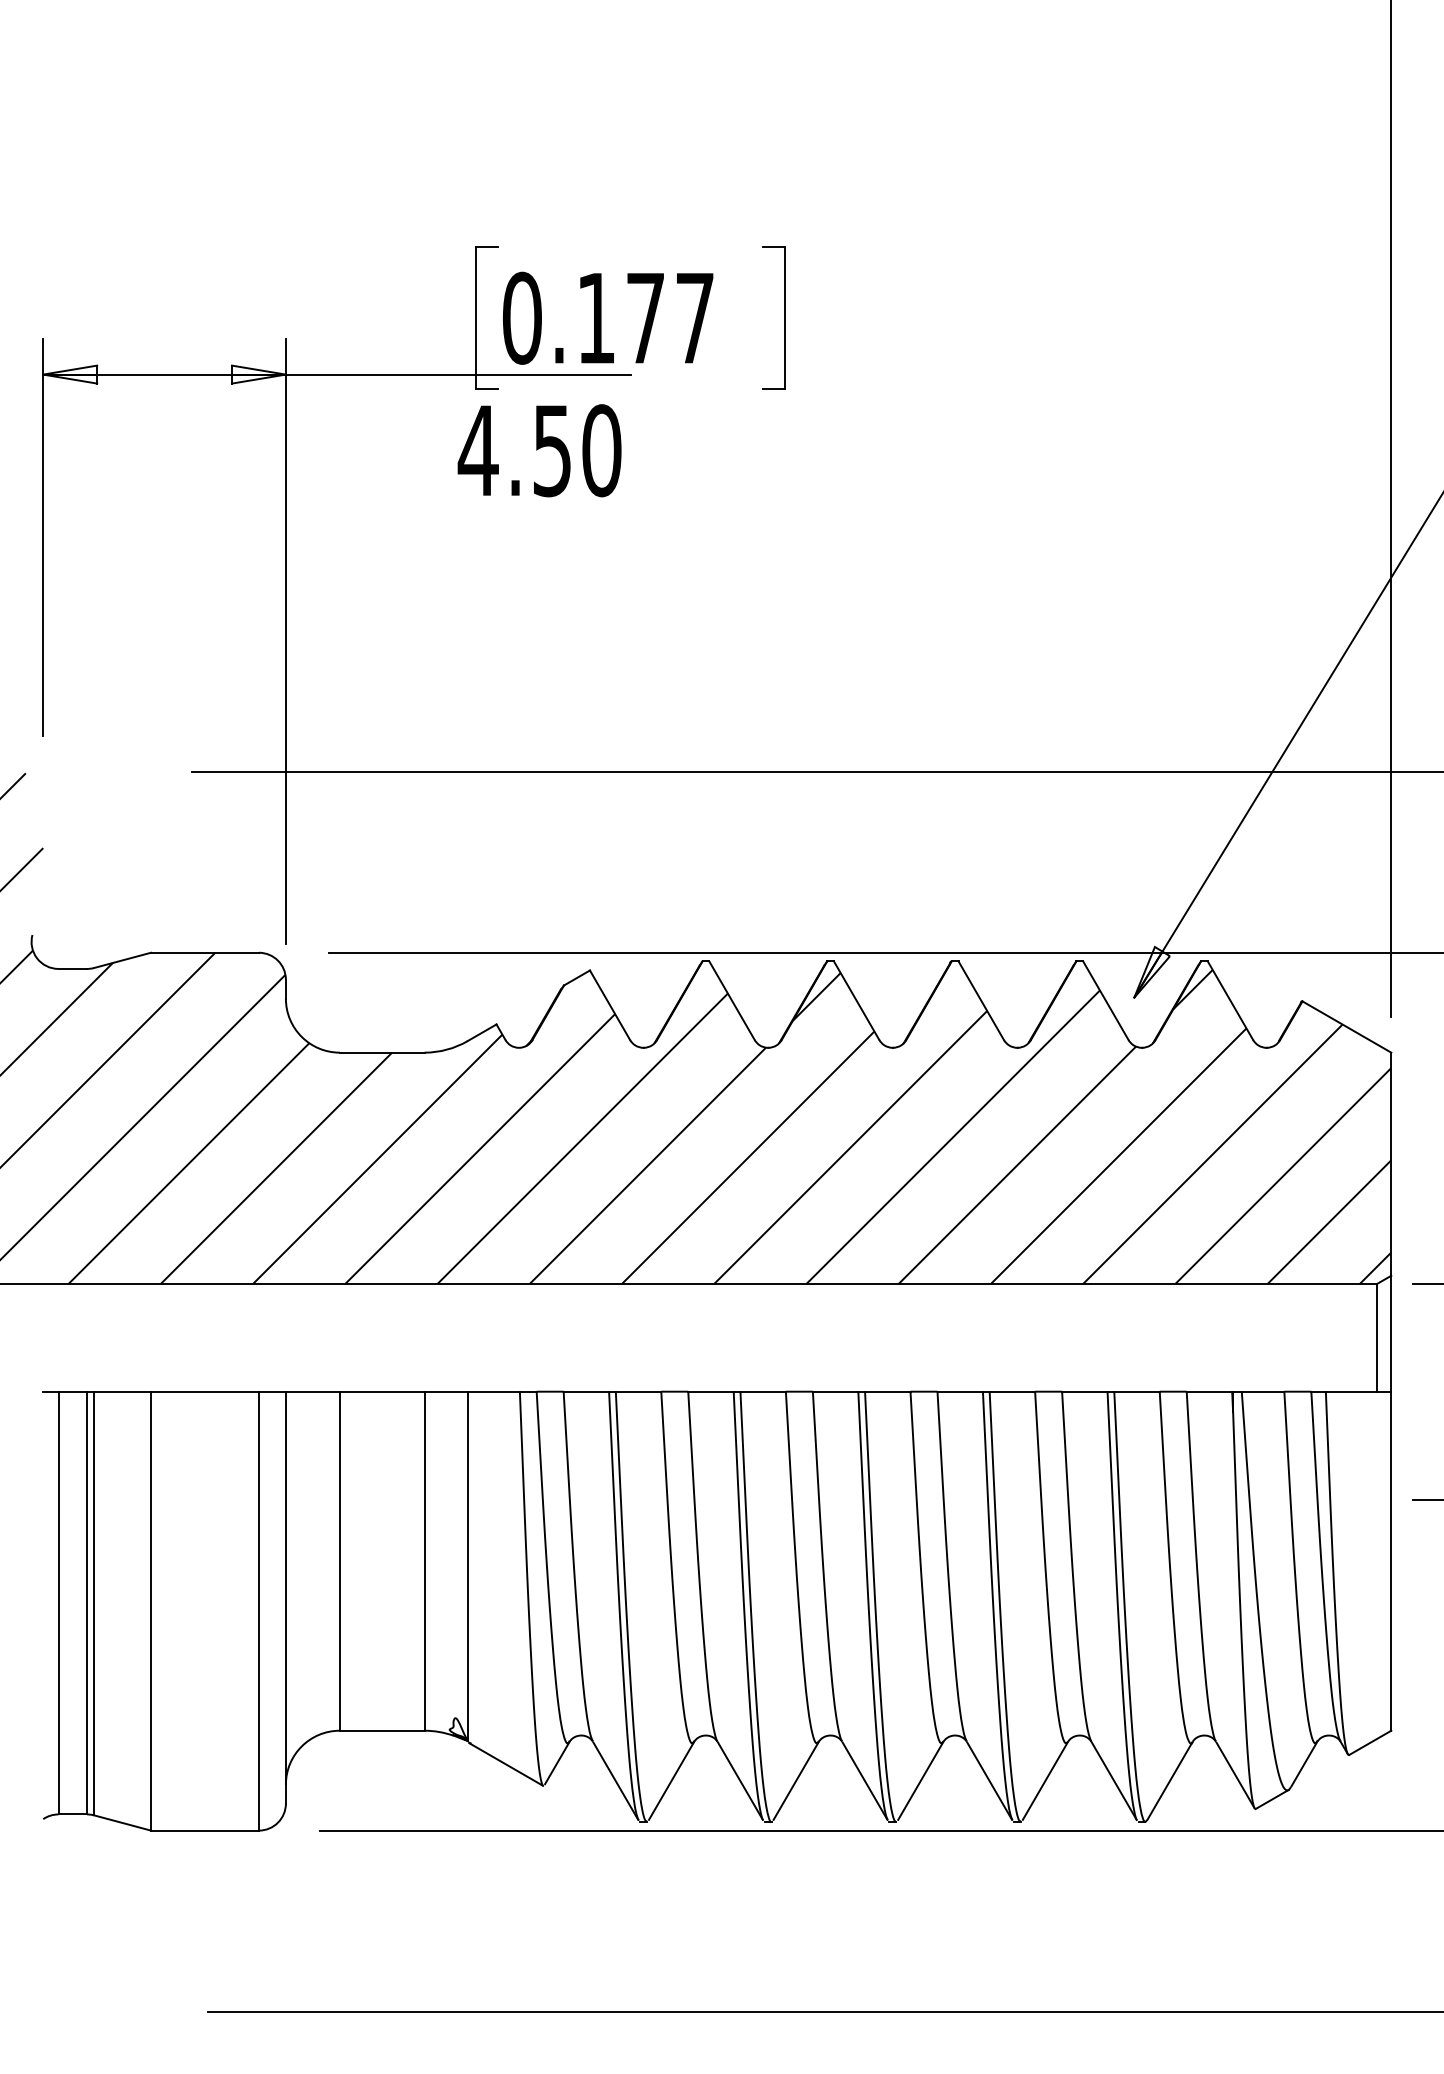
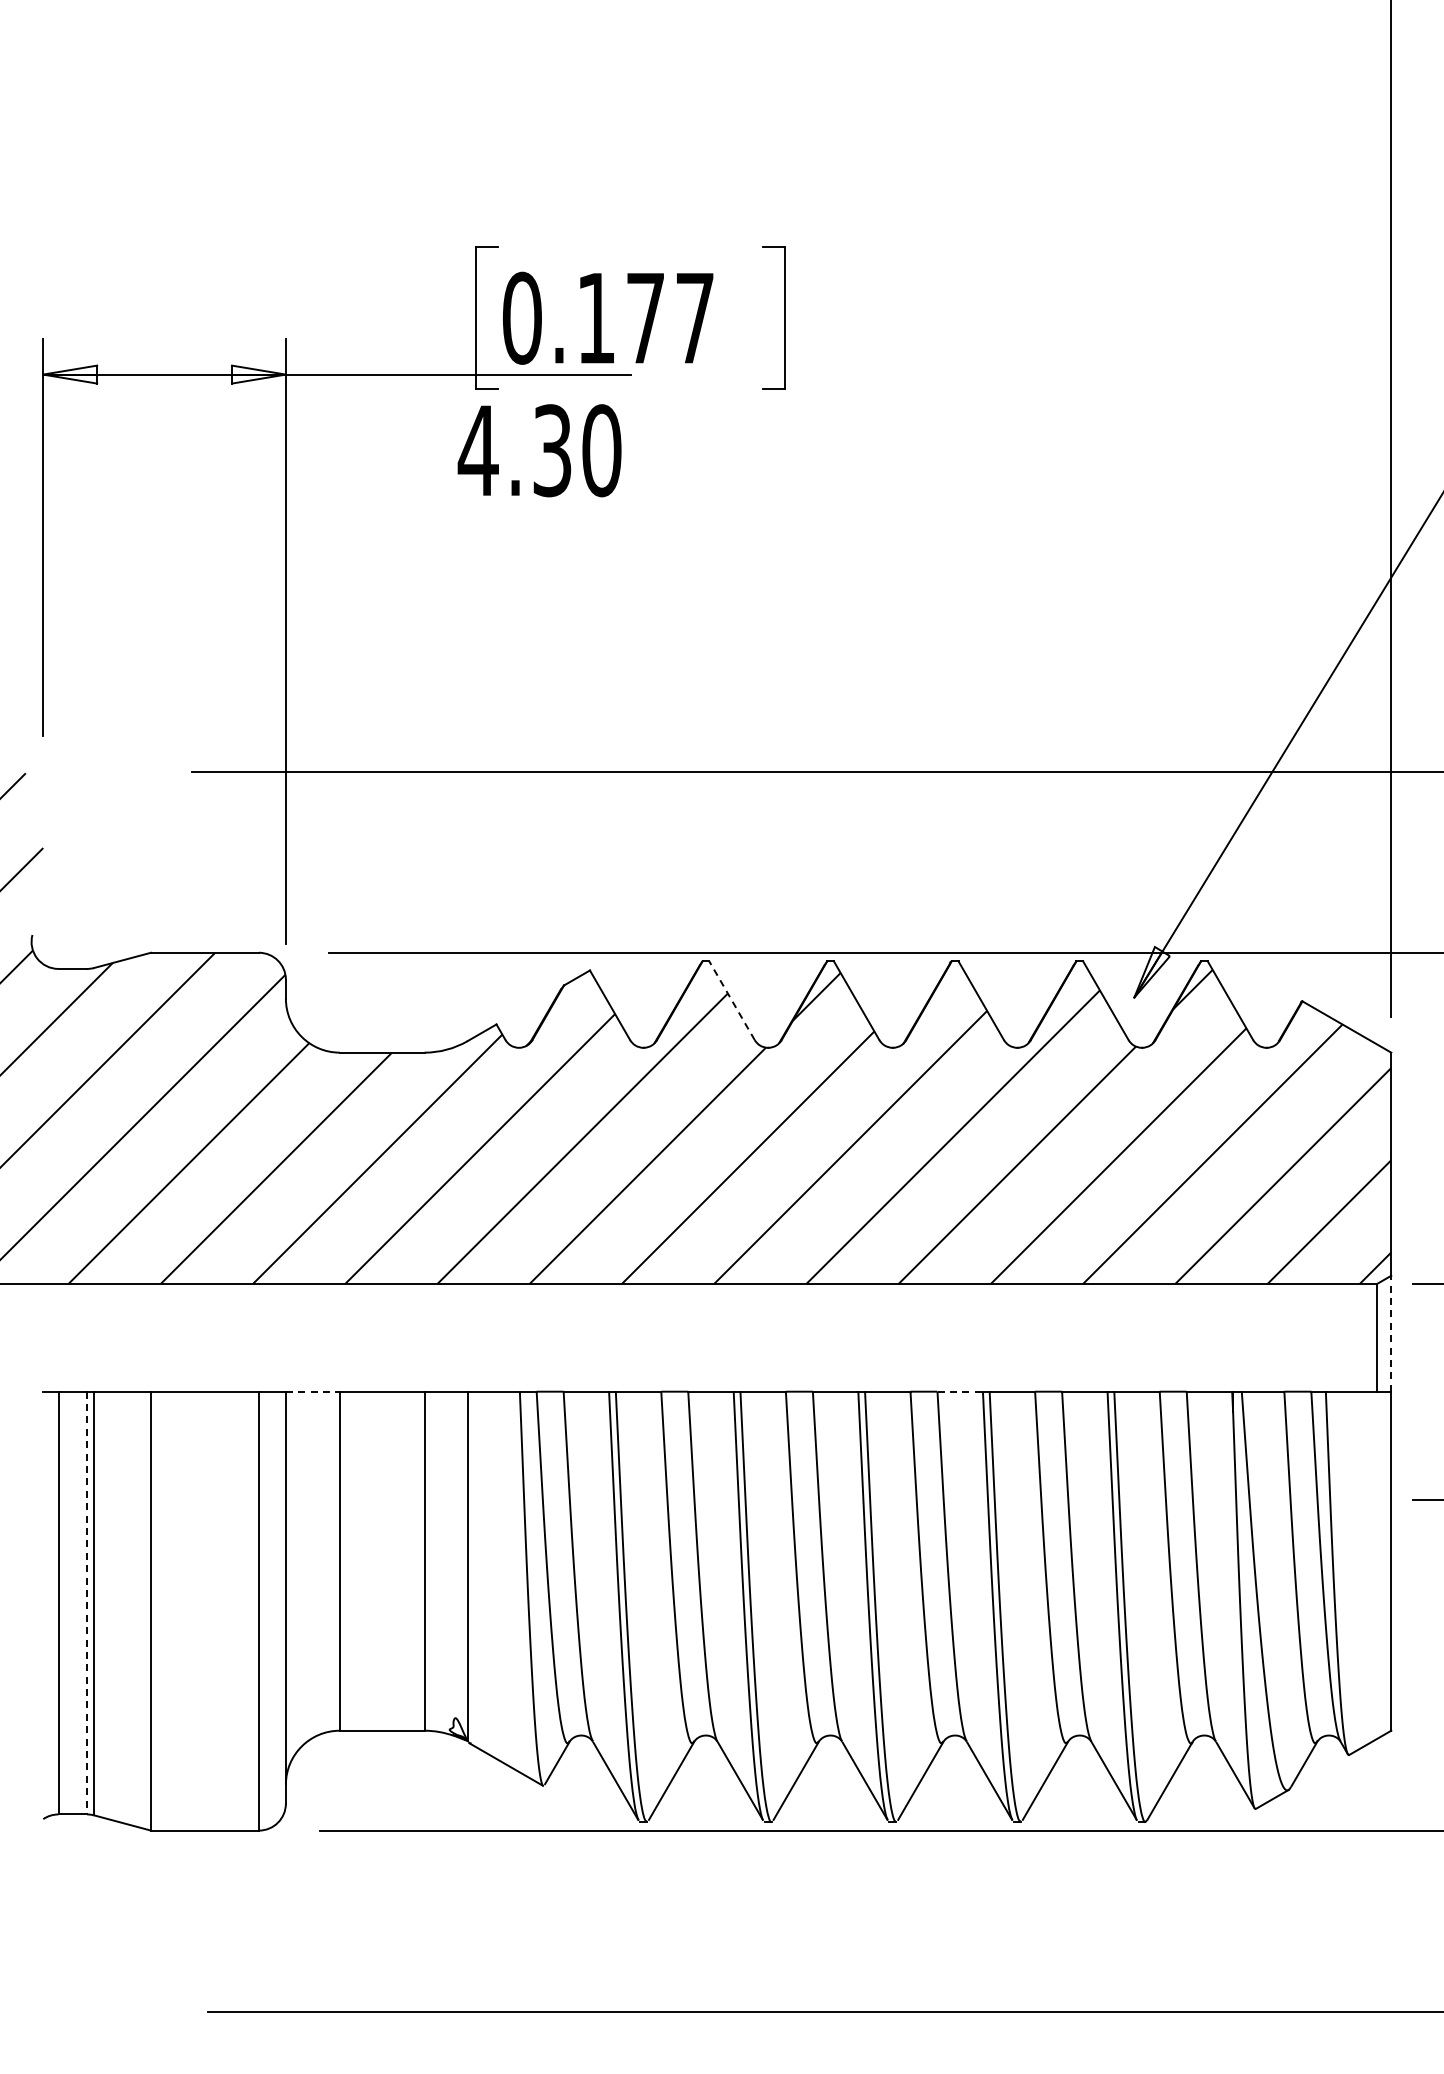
text at (552, 450): 4.50 -> 4.30
line at (731, 1000): solid -> dashed
line at (1391, 1333): solid -> dashed
line at (312, 1391): solid -> dashed
line at (960, 1391): solid -> dashed
line at (87, 1603): solid -> dashed
